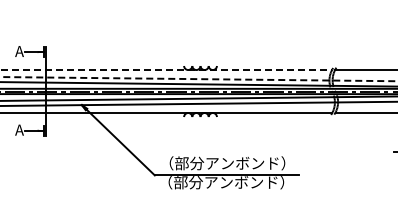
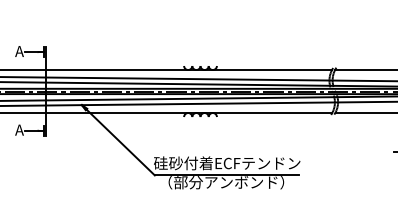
line at (166, 70): dashed -> solid
line at (198, 79): dashed -> solid
text at (227, 163): （部分アンボンド） -> 硅砂付着ECFテンドン
